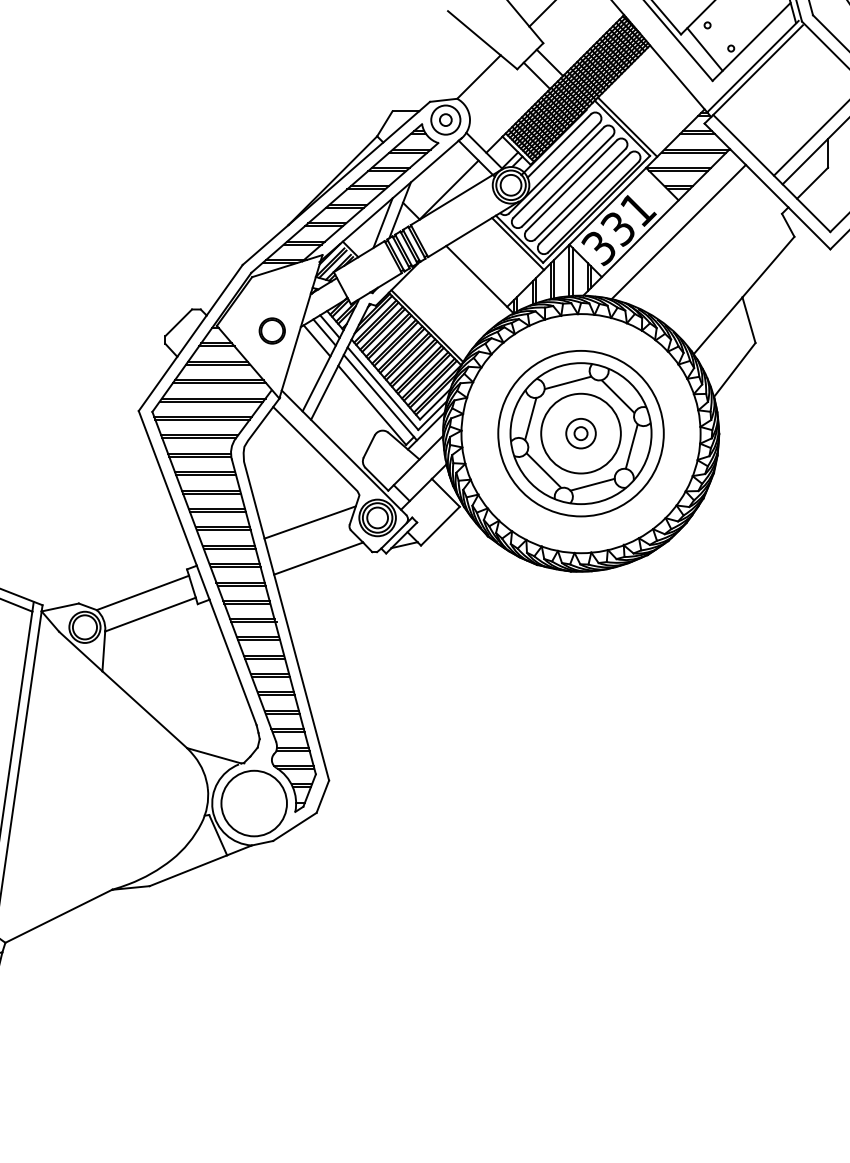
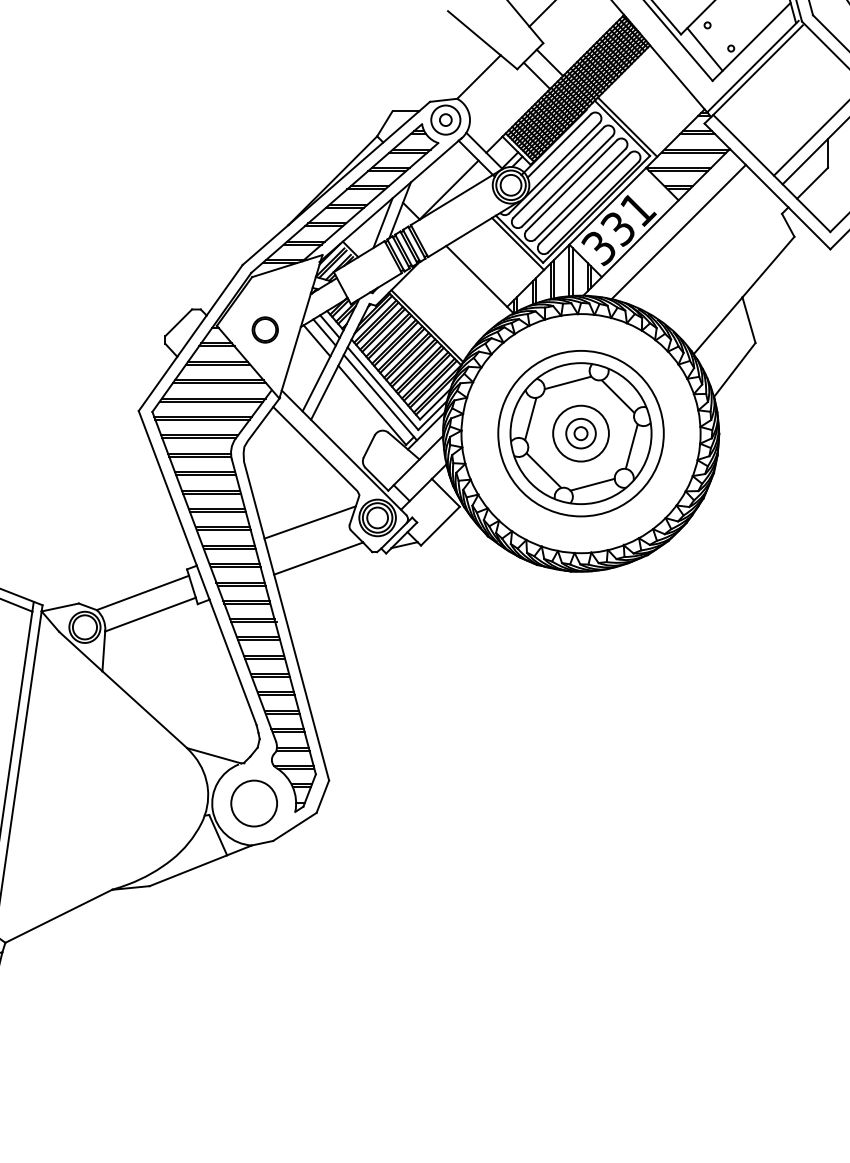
part at (271, 330) position: (271, 330) -> (264, 329)
circle at (580, 433) diameter: 80 px -> 56 px
circle at (253, 803) diameter: 66 px -> 46 px
